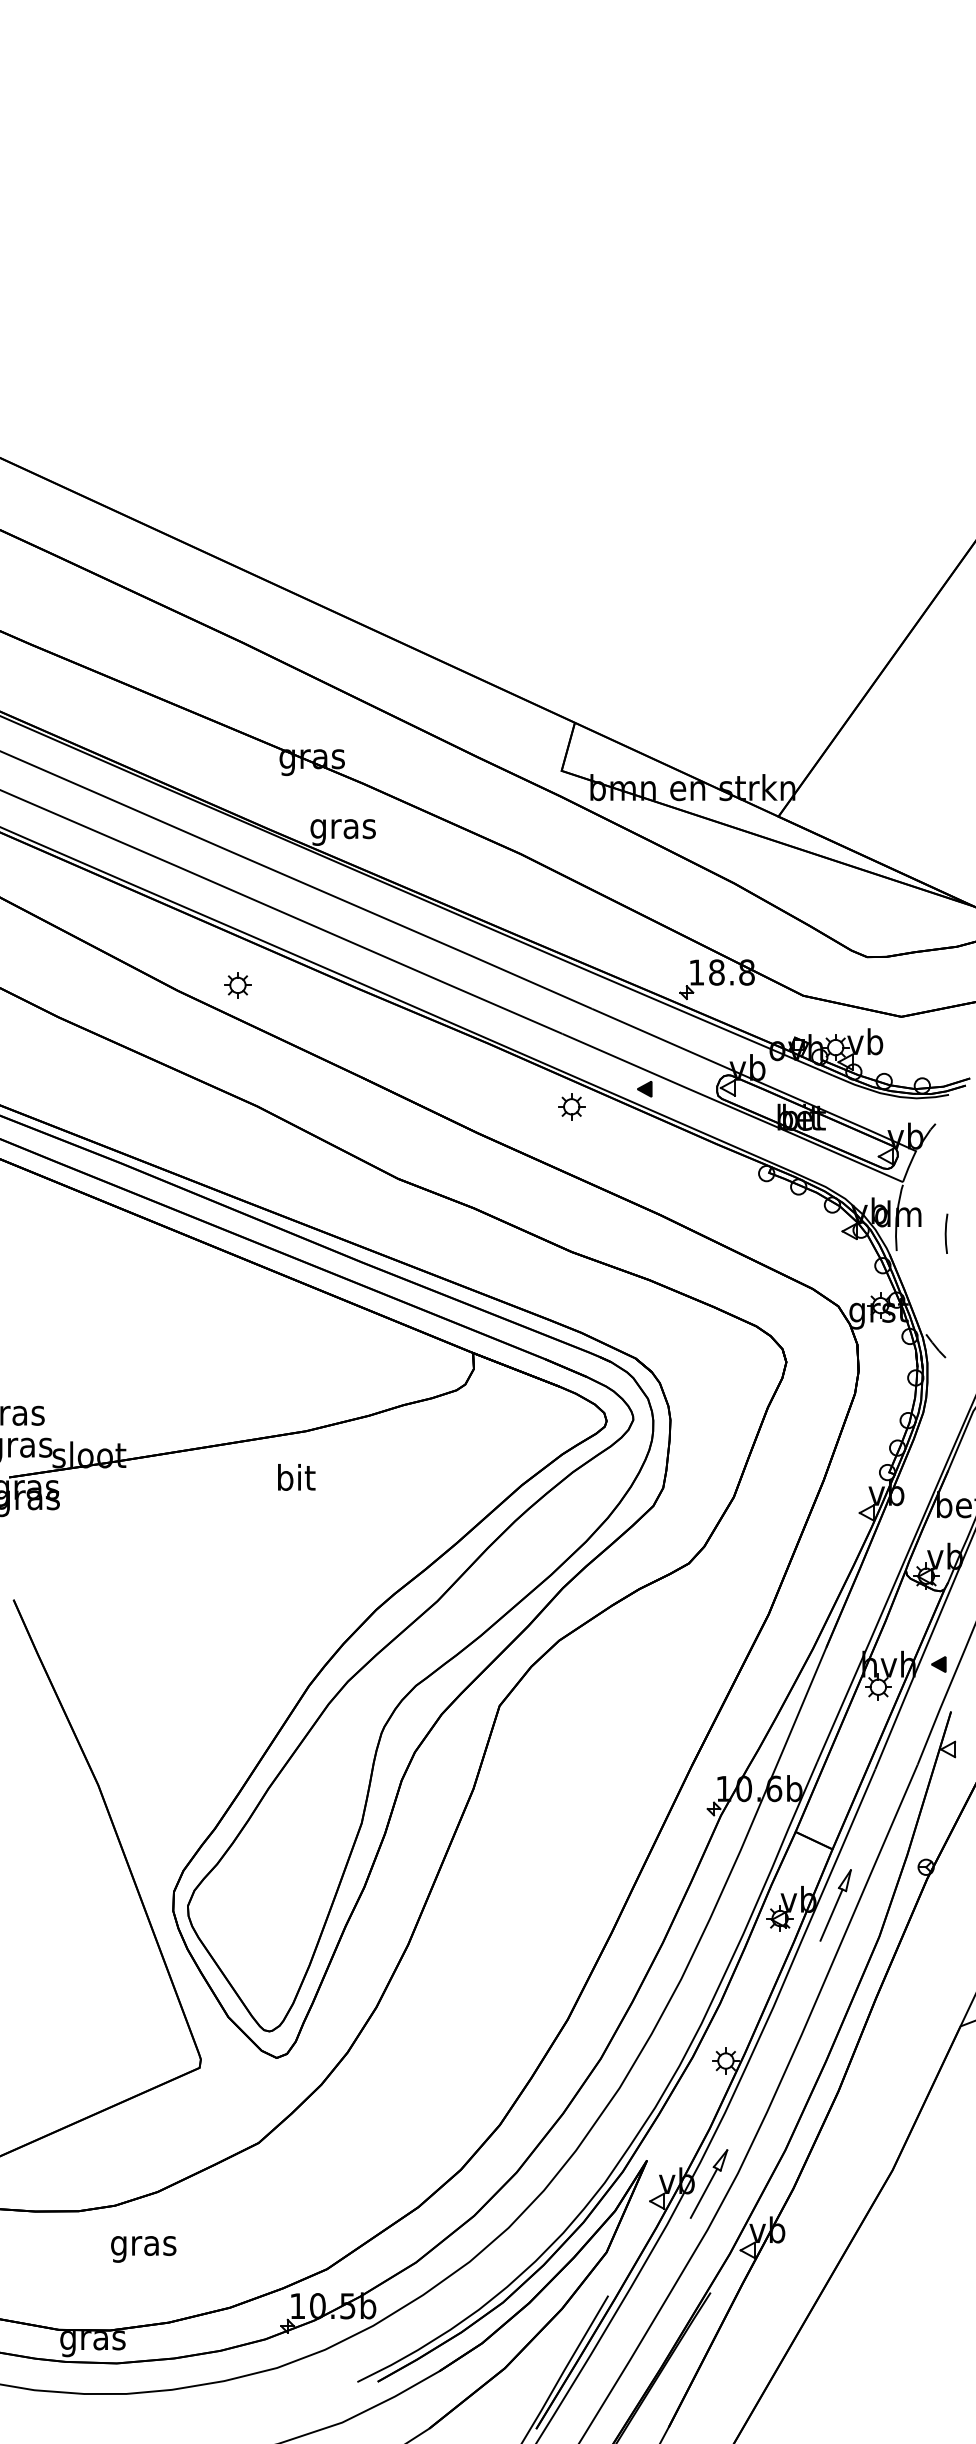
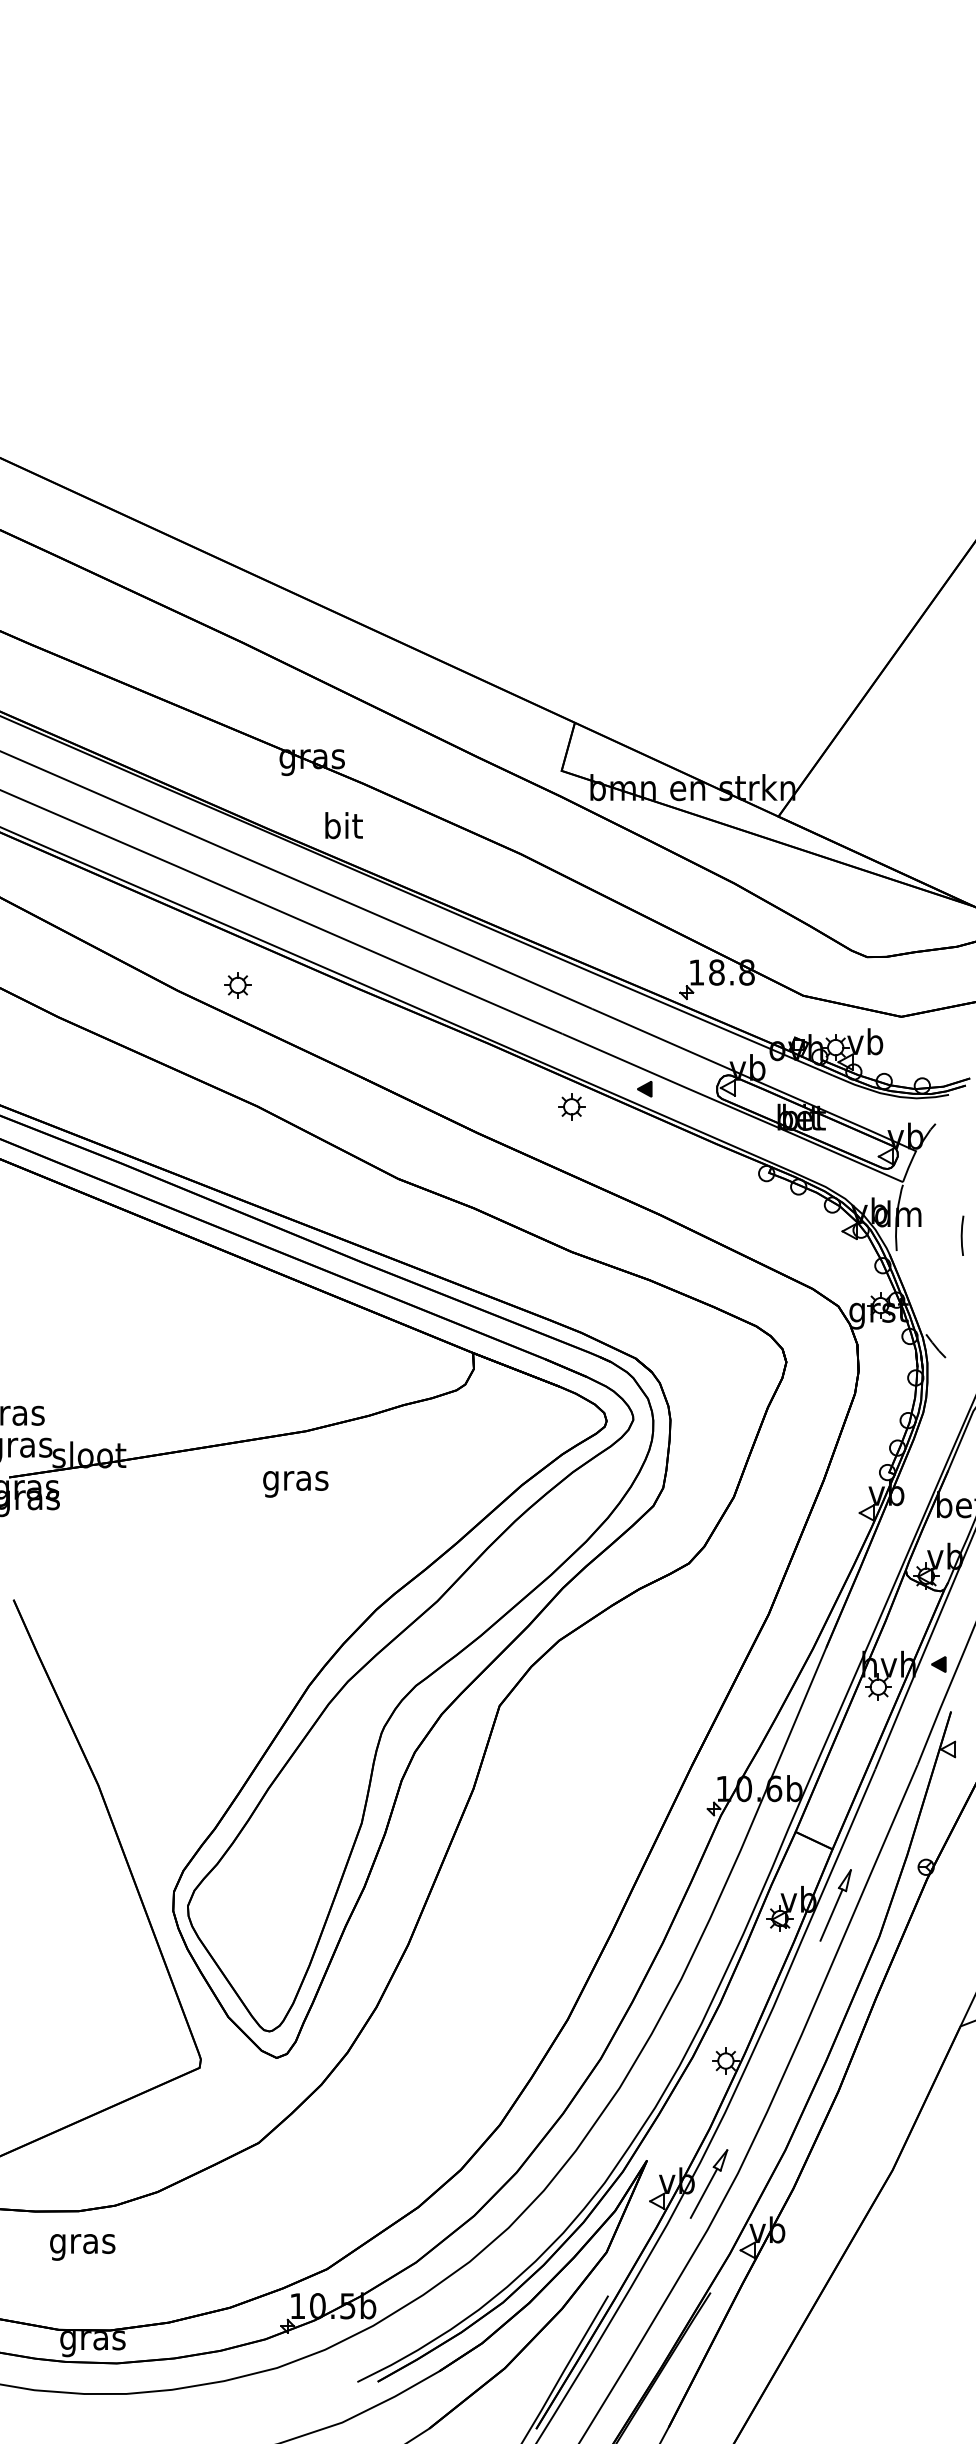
text at (342, 828): gras -> bit
line at (946, 1233) position: (946, 1233) -> (962, 1235)
text at (295, 1480): bit -> gras
text at (143, 2249) position: (143, 2249) -> (82, 2247)
